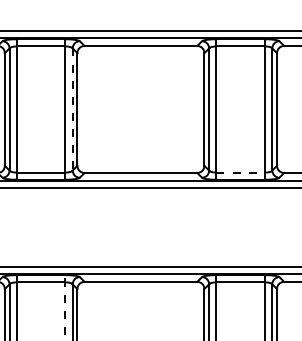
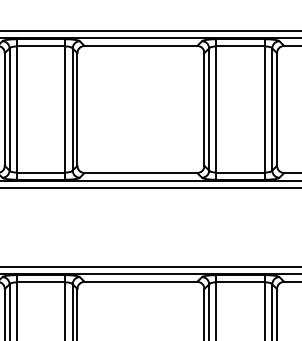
line at (72, 109): dashed -> solid
line at (241, 172): dashed -> solid
line at (65, 308): dashed -> solid
